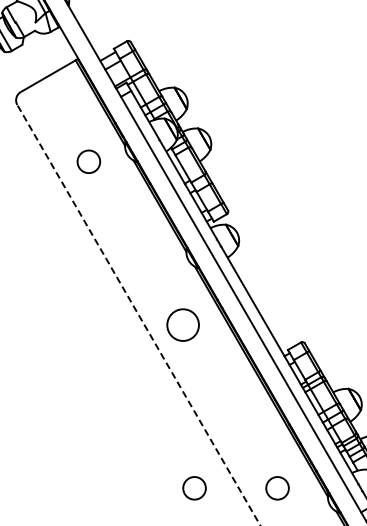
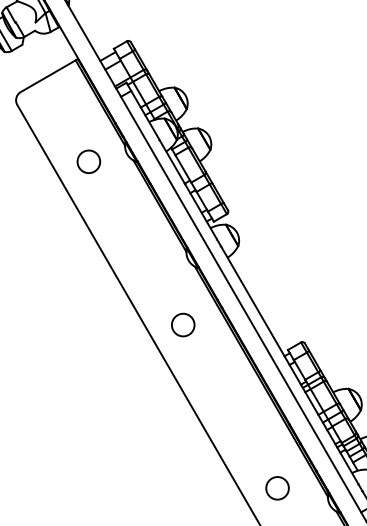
line at (138, 315): dashed -> solid
circle at (182, 324) size: 34x34 px -> 25x26 px
circle at (194, 488): present -> none
